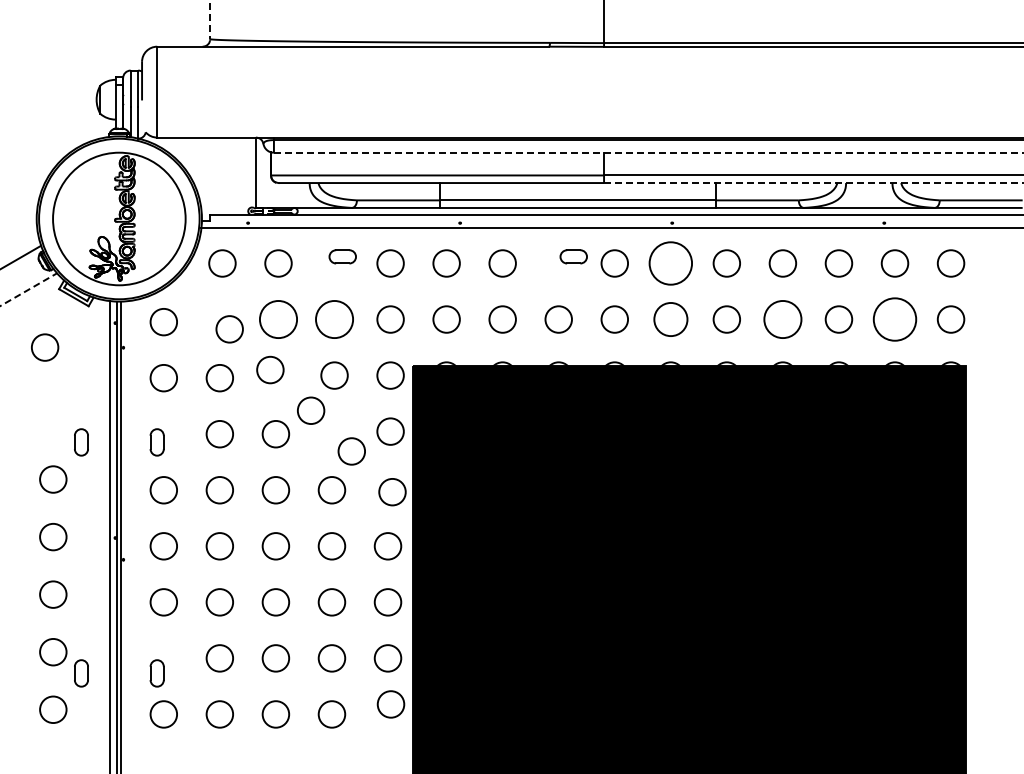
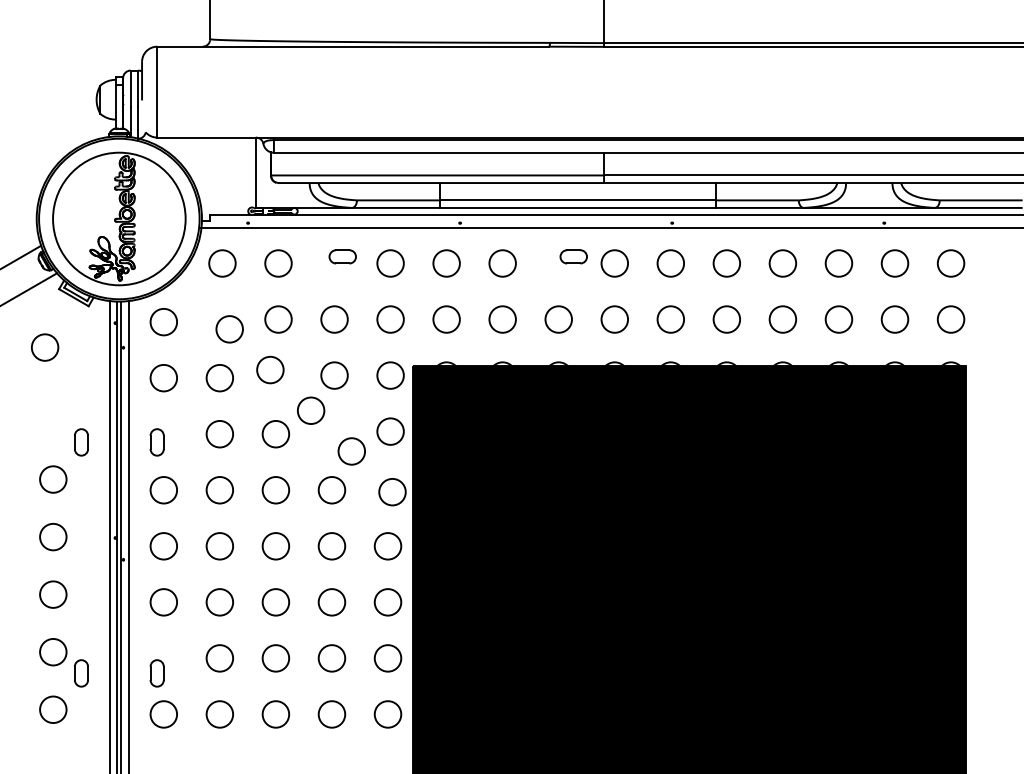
line at (210, 20): dashed -> solid
line at (648, 152): dashed -> solid
line at (813, 183): dashed -> solid
circle at (670, 263) diameter: 42 px -> 27 px
line at (29, 289): dashed -> solid
circle at (278, 319) diameter: 37 px -> 27 px
circle at (334, 319) diameter: 37 px -> 27 px
circle at (670, 319) size: 36x35 px -> 29x29 px
circle at (782, 319) diameter: 37 px -> 27 px
circle at (894, 319) diameter: 42 px -> 27 px
line at (128, 535): none -> present
circle at (390, 704) position: (390, 704) -> (387, 714)
